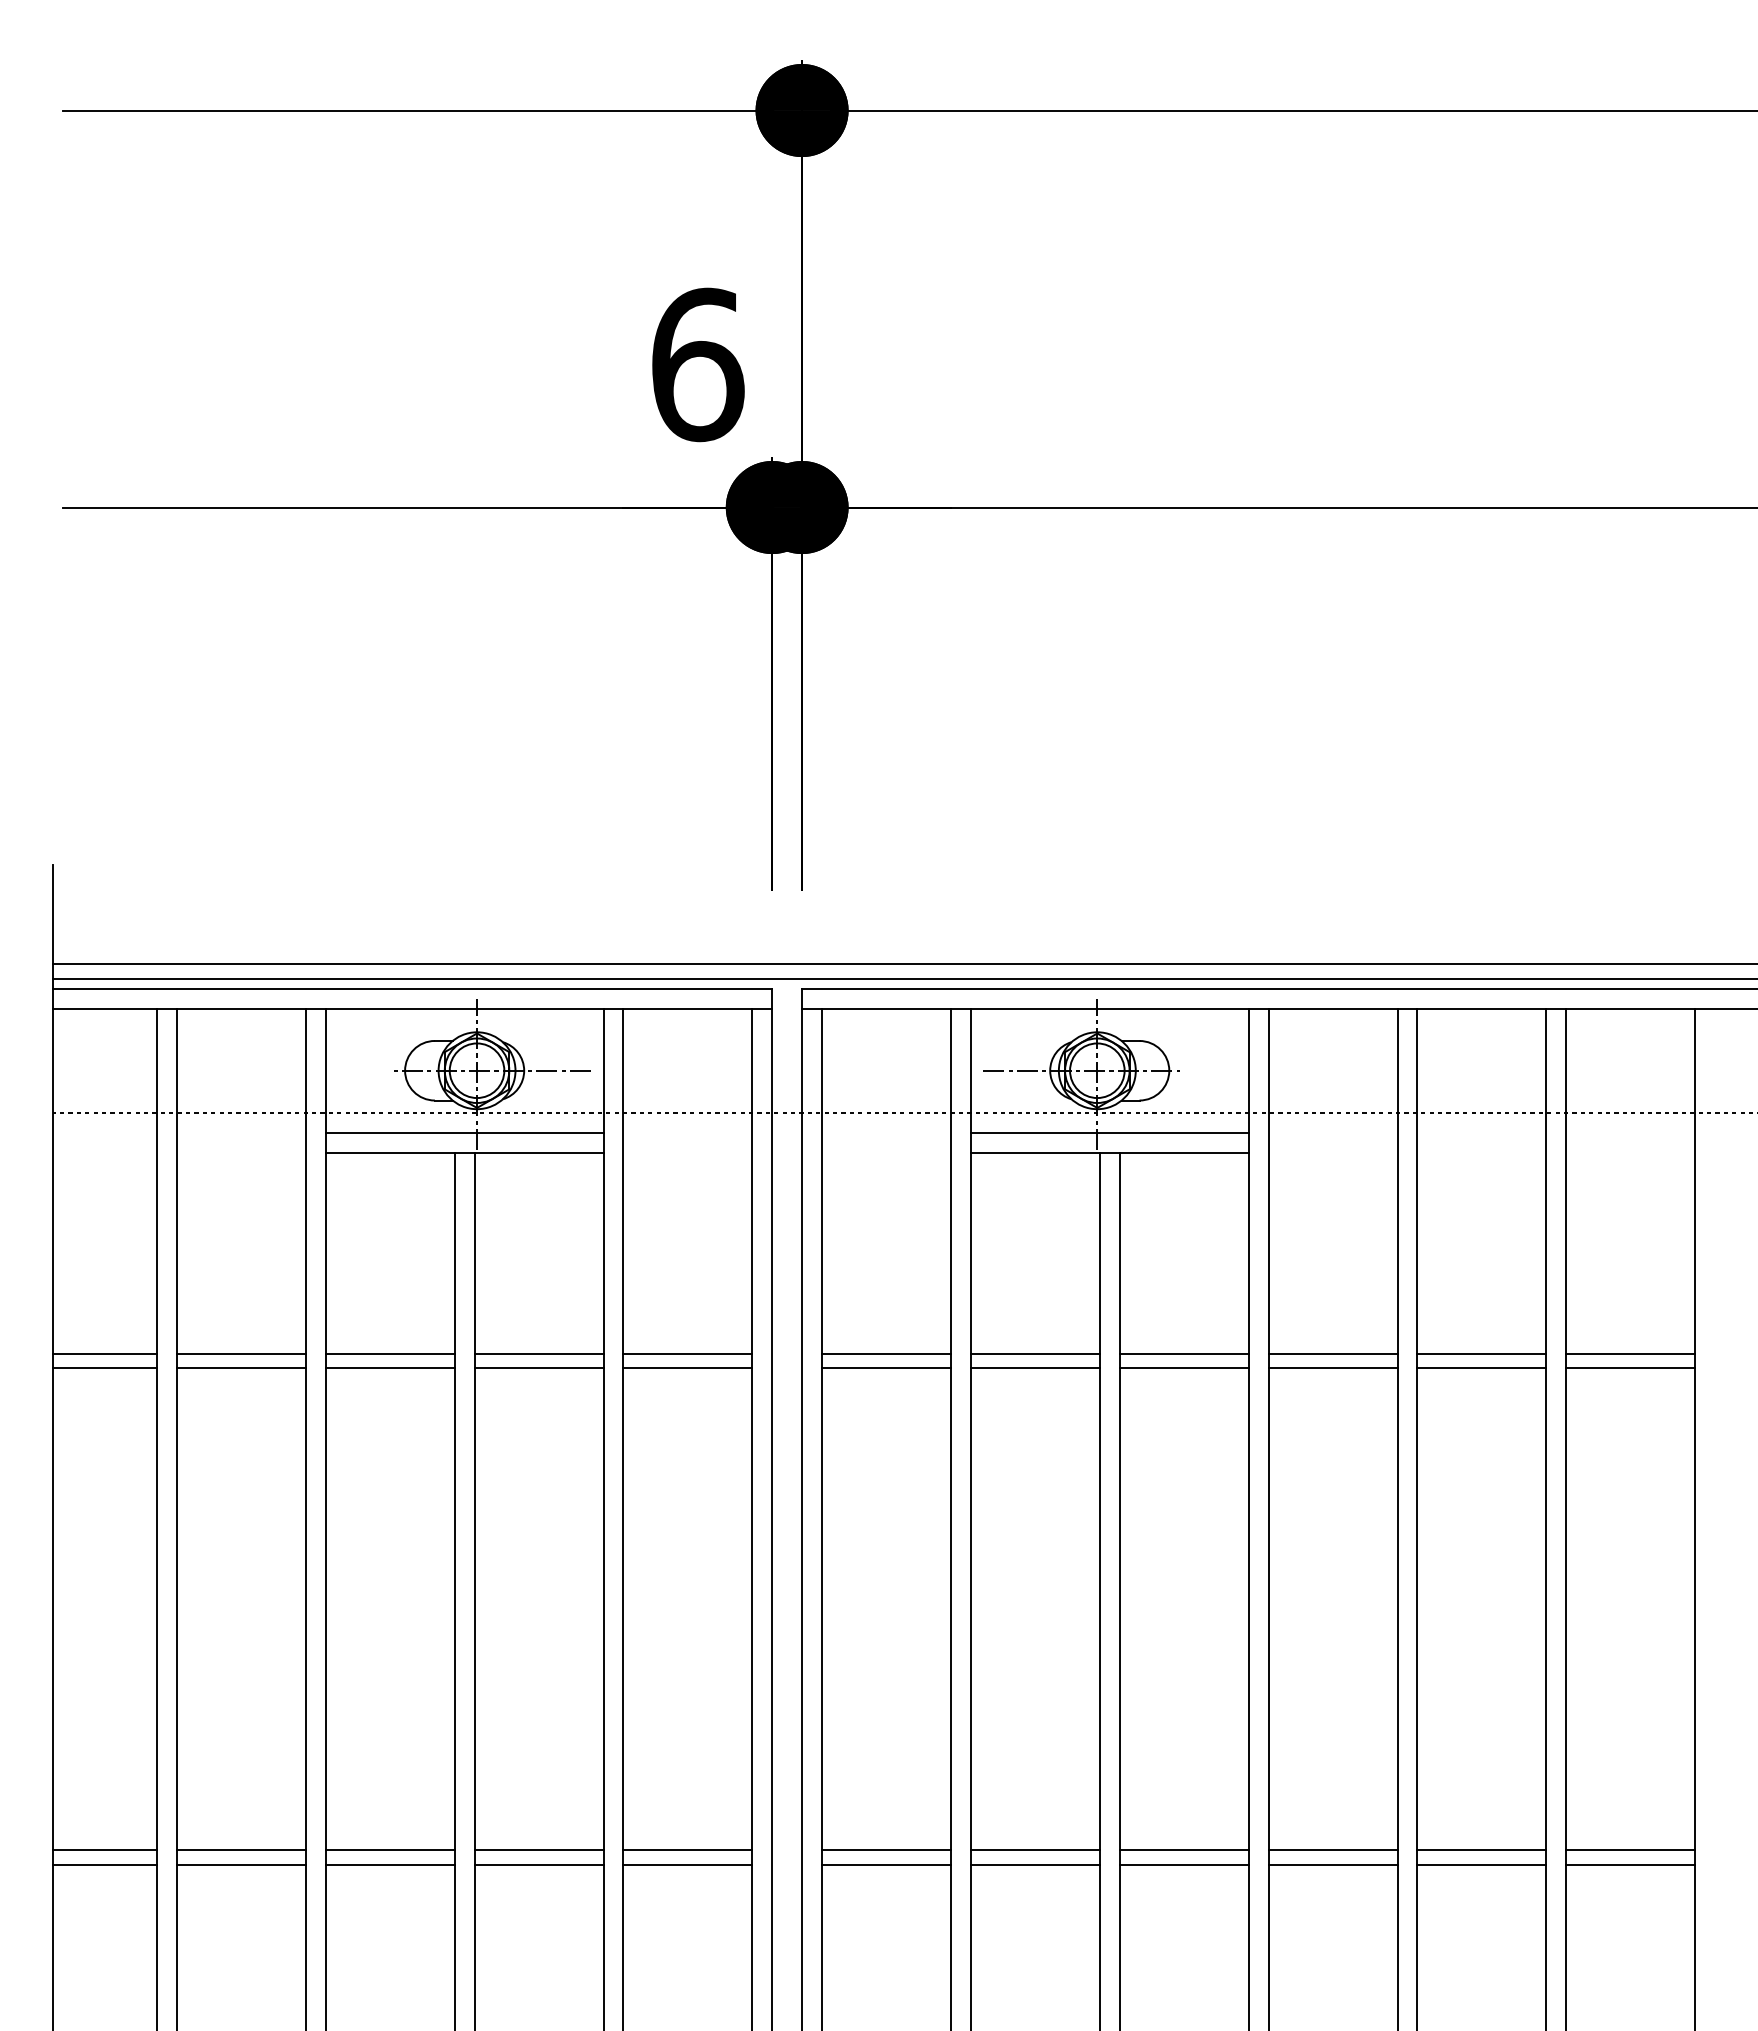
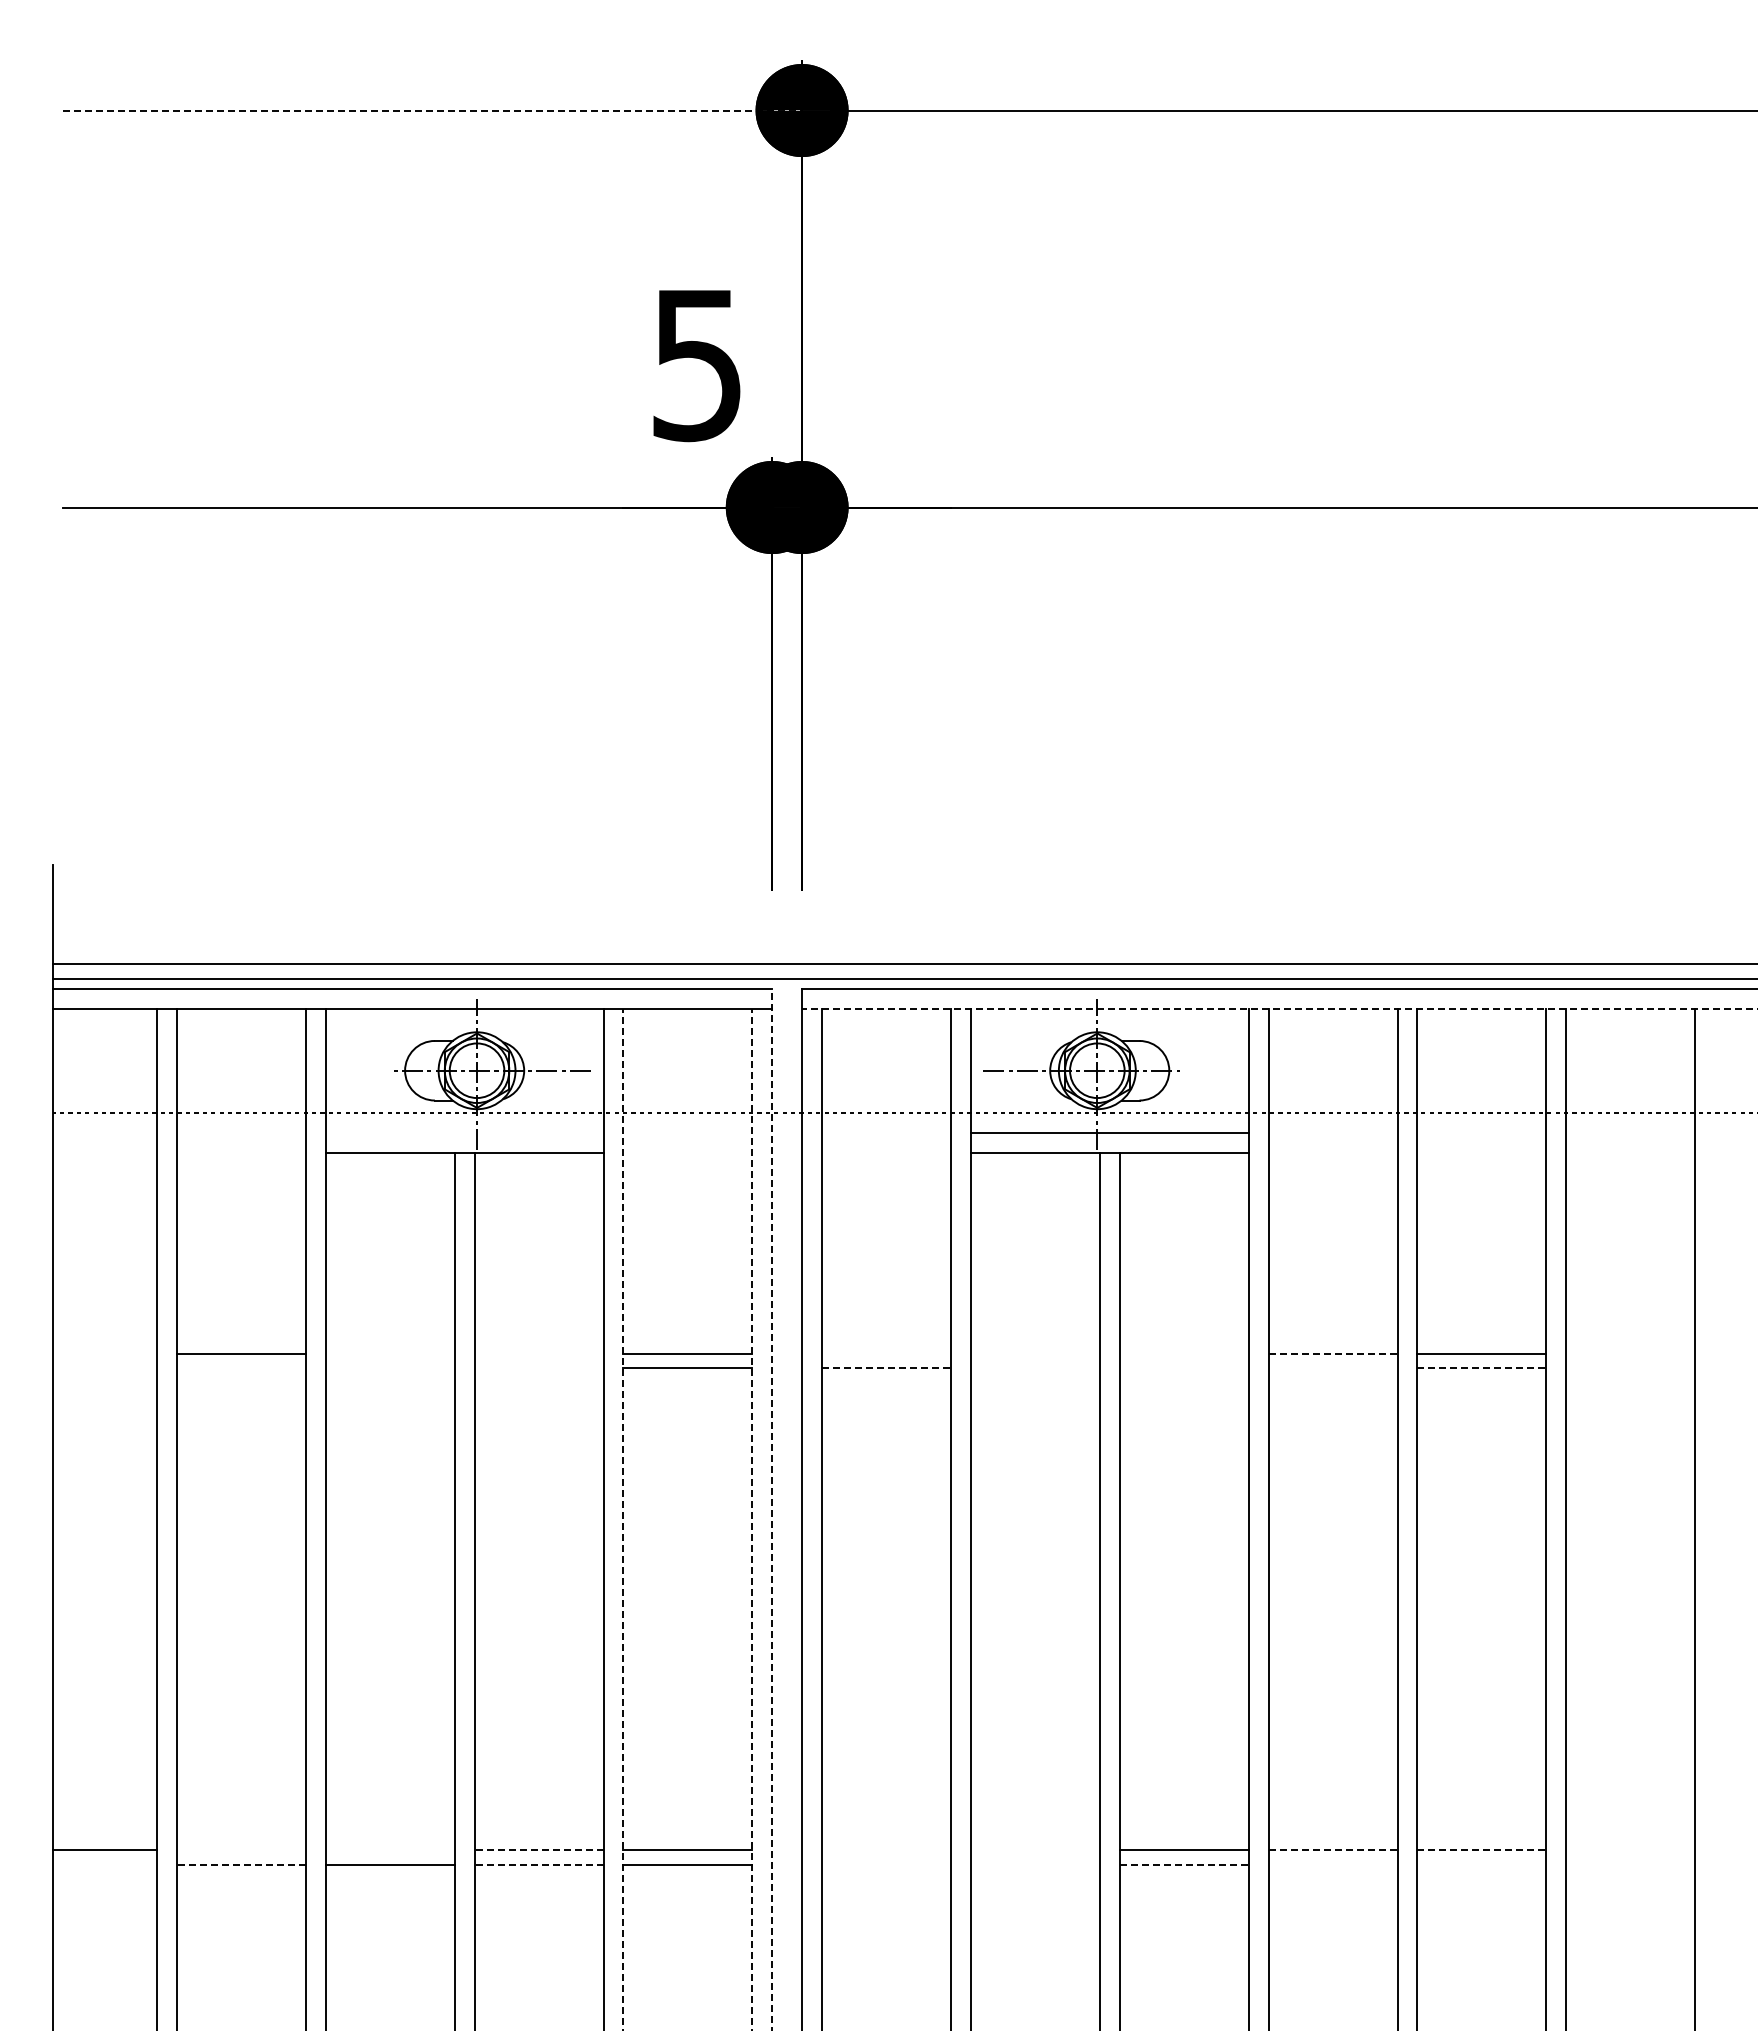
line at (432, 110): solid -> dashed
text at (698, 364): 6 -> 5
line at (1280, 1008): solid -> dashed
line at (464, 1132): present -> none
line at (104, 1353): present -> none
line at (389, 1353): present -> none
line at (538, 1353): present -> none
line at (885, 1353): present -> none
line at (1034, 1353): present -> none
line at (1183, 1353): present -> none
line at (1333, 1353): solid -> dashed
line at (1630, 1353): present -> none
line at (104, 1368): present -> none
line at (240, 1368): present -> none
line at (389, 1368): present -> none
line at (538, 1368): present -> none
line at (886, 1368): solid -> dashed
line at (1034, 1368): present -> none
line at (1183, 1368): present -> none
line at (1332, 1368): present -> none
line at (1481, 1368): solid -> dashed
line at (1630, 1368): present -> none
line at (772, 1509): solid -> dashed
line at (623, 1519): solid -> dashed
line at (752, 1519): solid -> dashed
line at (240, 1849): present -> none
line at (389, 1849): present -> none
line at (539, 1849): solid -> dashed
line at (885, 1849): present -> none
line at (1034, 1849): present -> none
line at (1333, 1849): solid -> dashed
line at (1481, 1849): solid -> dashed
line at (1630, 1849): present -> none
line at (104, 1864): present -> none
line at (241, 1864): solid -> dashed
line at (539, 1864): solid -> dashed
line at (885, 1864): present -> none
line at (1034, 1864): present -> none
line at (1184, 1864): solid -> dashed
line at (1332, 1864): present -> none
line at (1481, 1864): present -> none
line at (1630, 1864): present -> none
